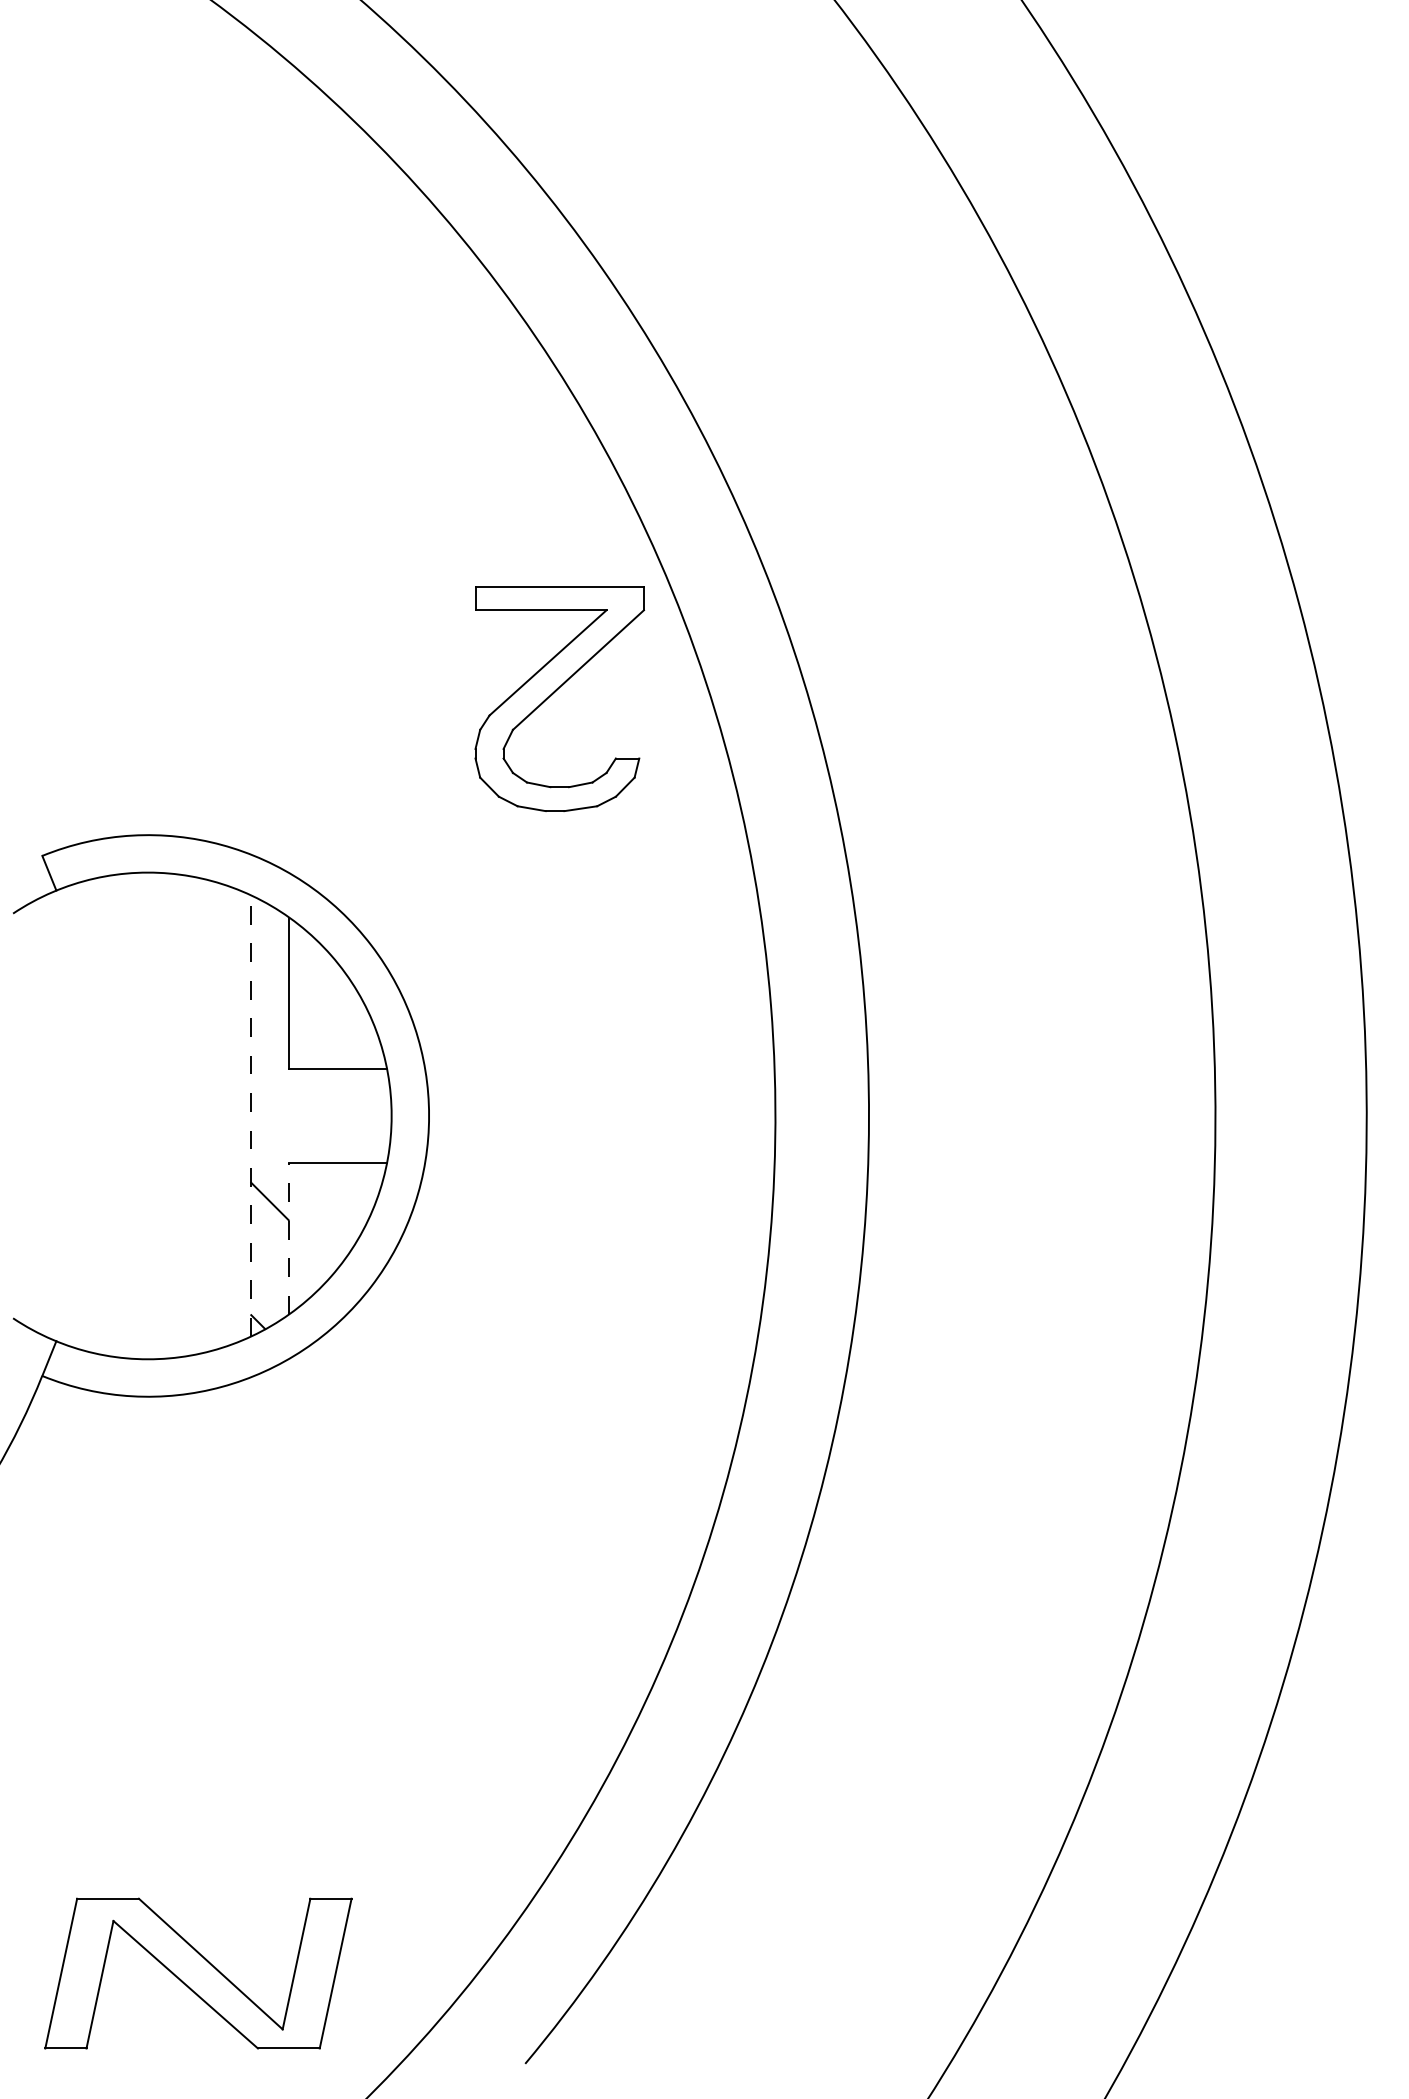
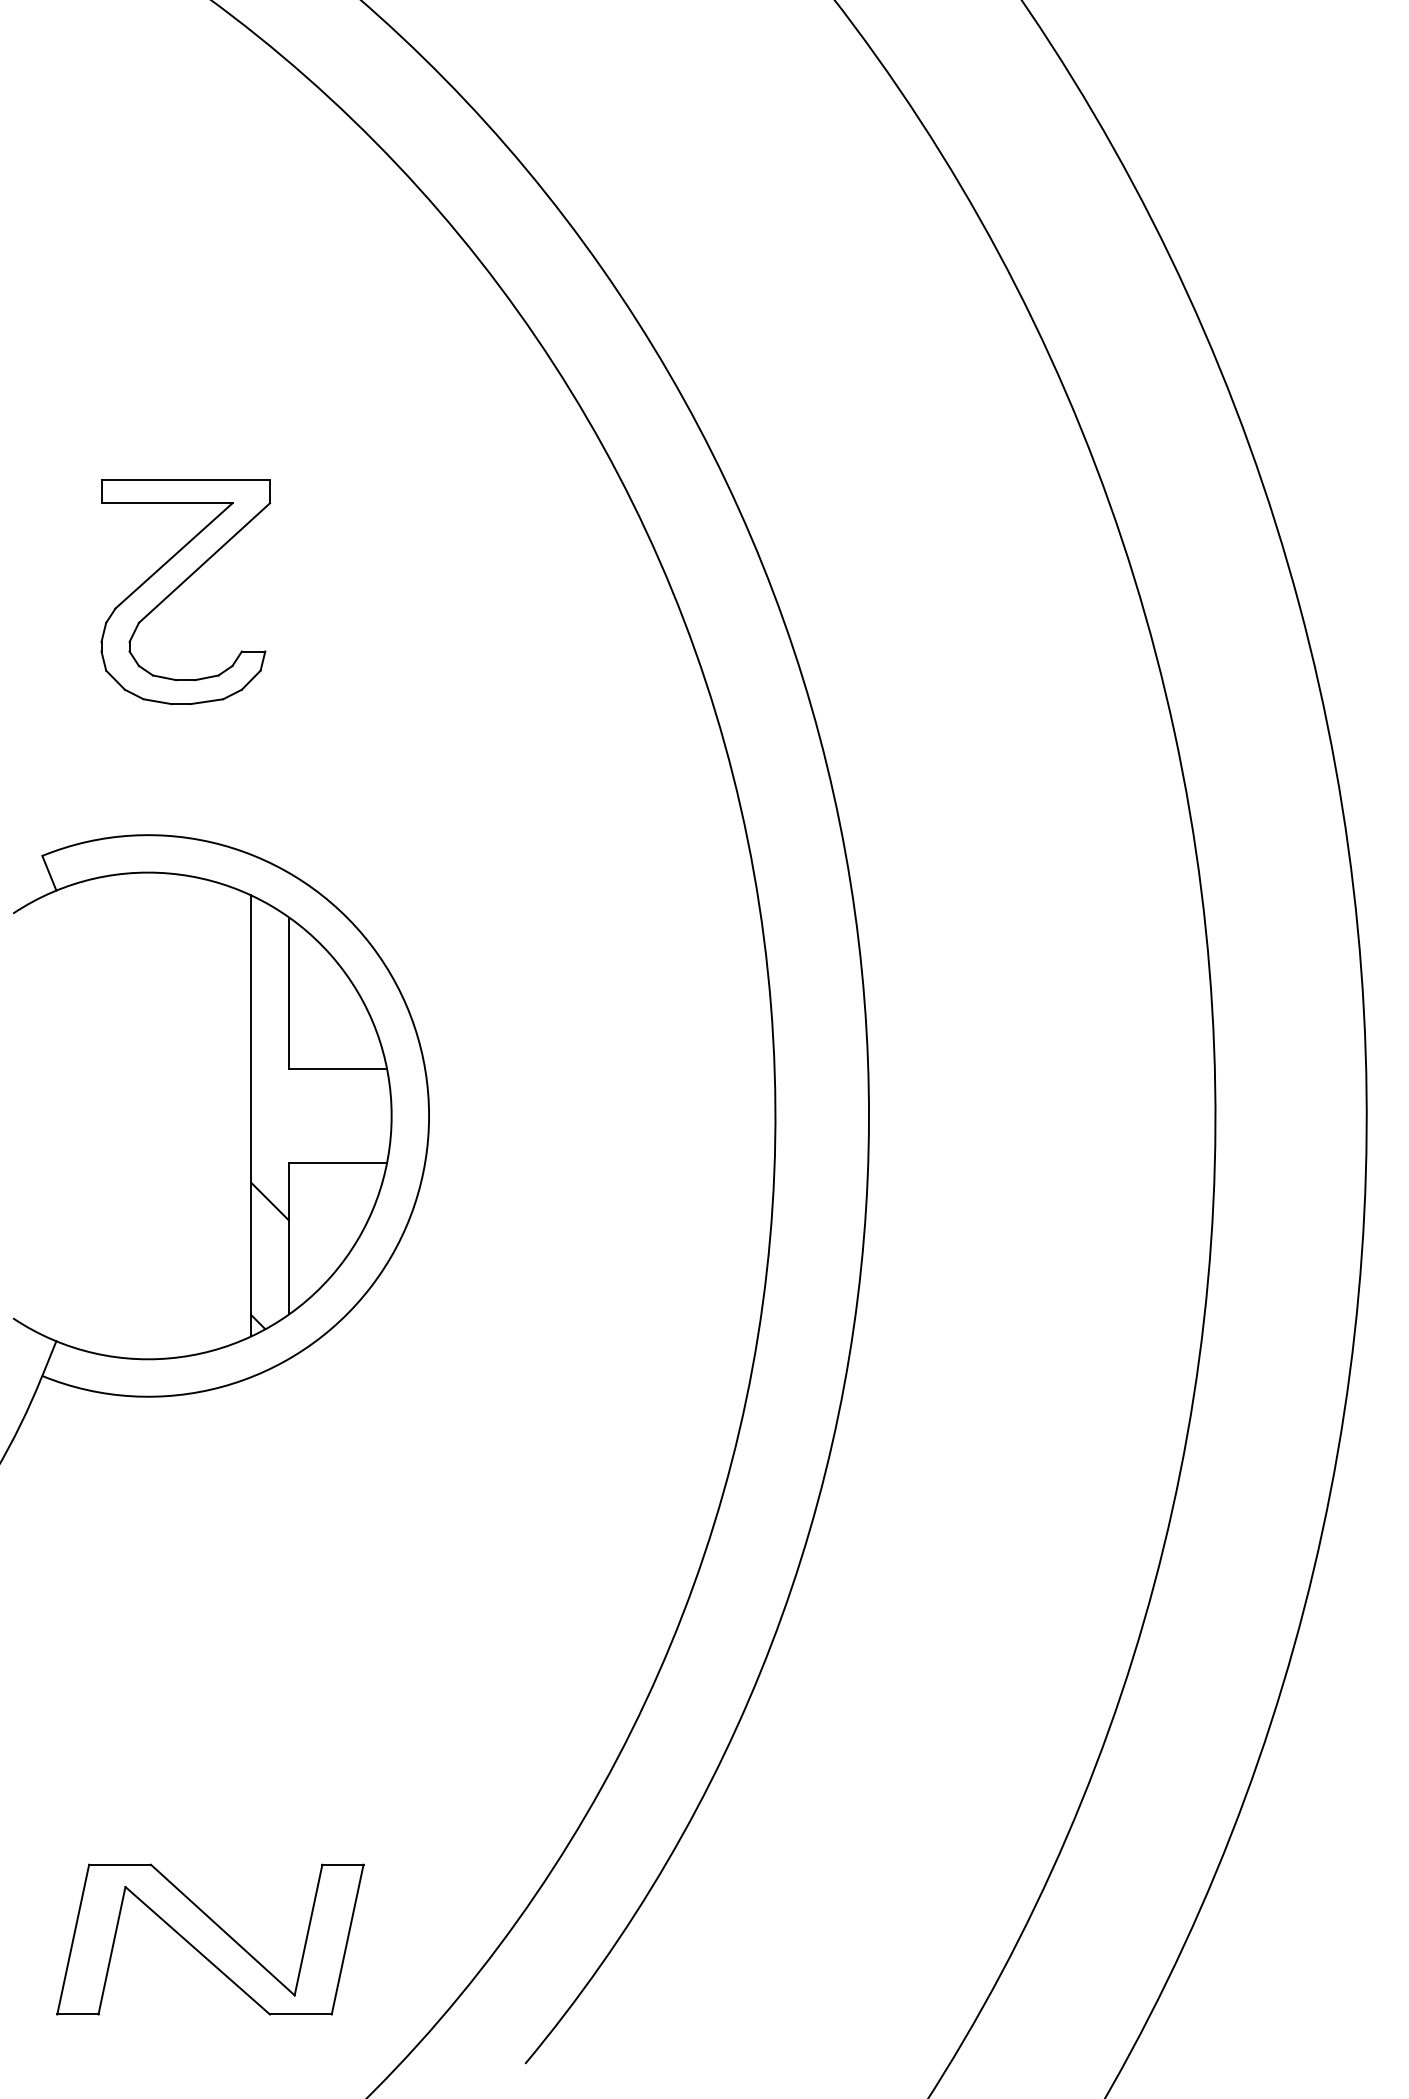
part at (554, 693) position: (554, 693) -> (180, 586)
line at (251, 1115): dashed -> solid
line at (288, 1238): dashed -> solid
part at (198, 1973) position: (198, 1973) -> (210, 1939)
